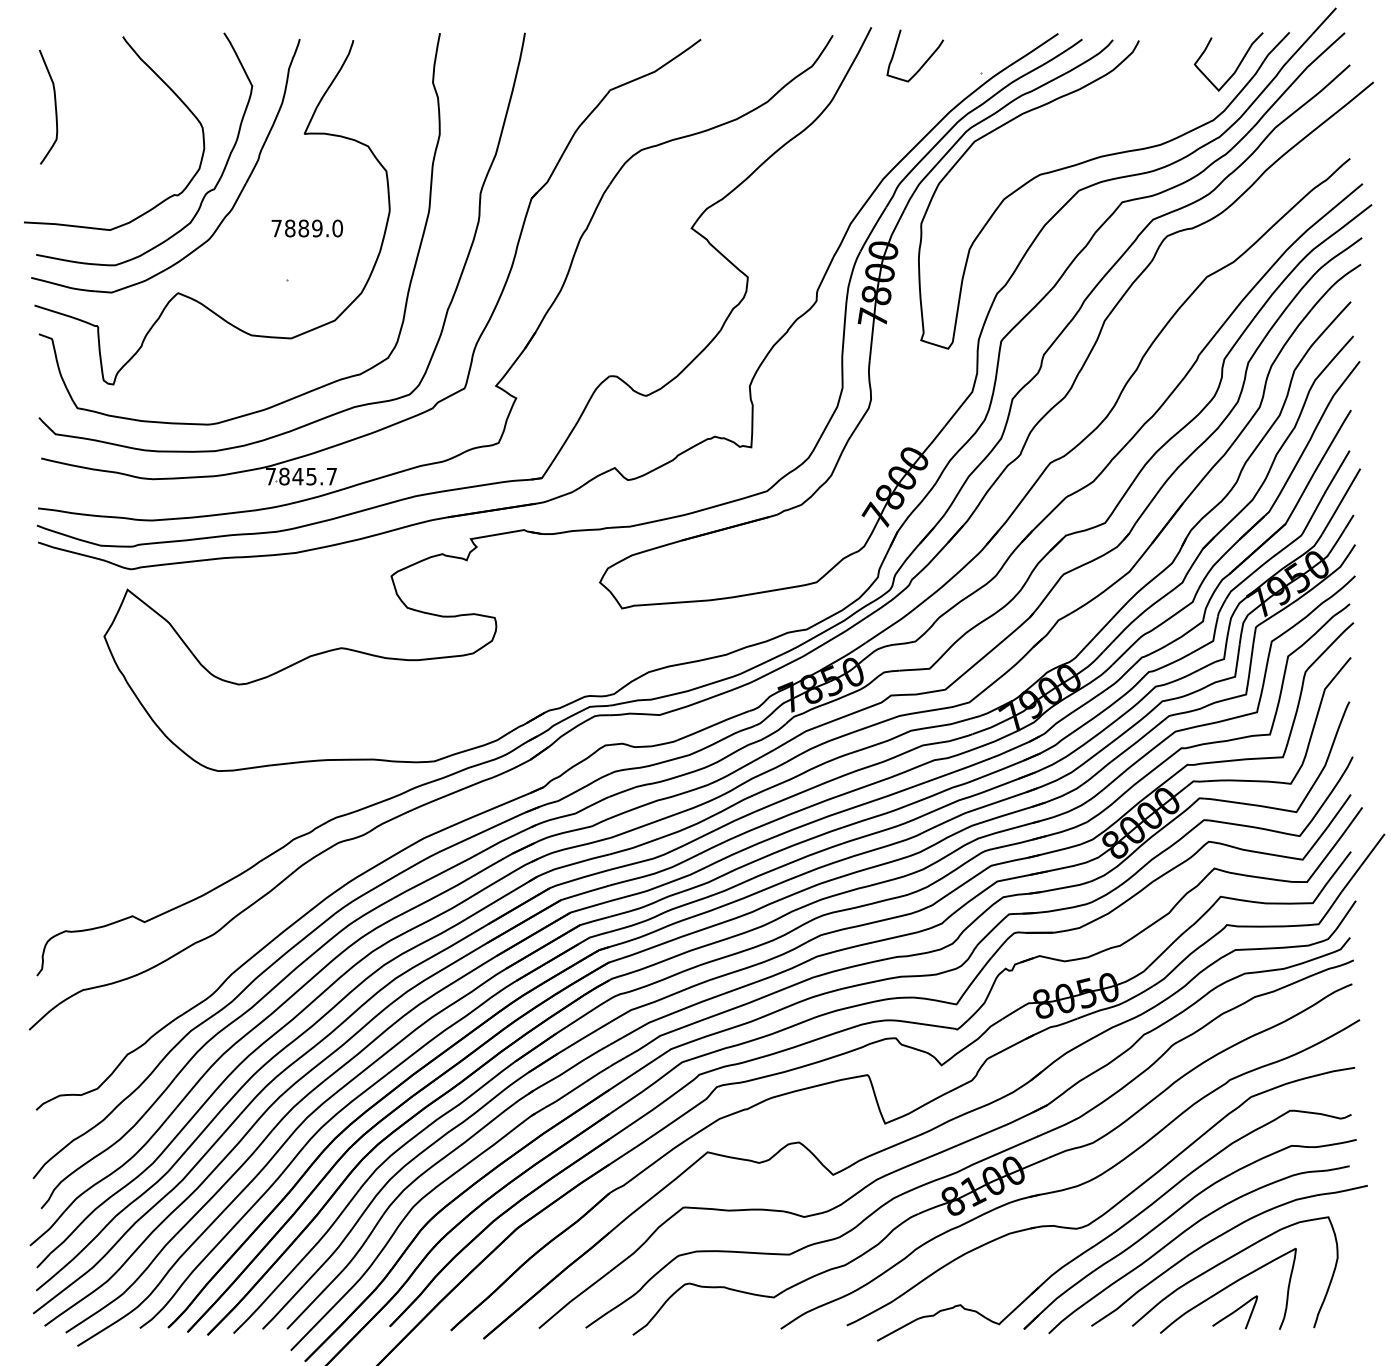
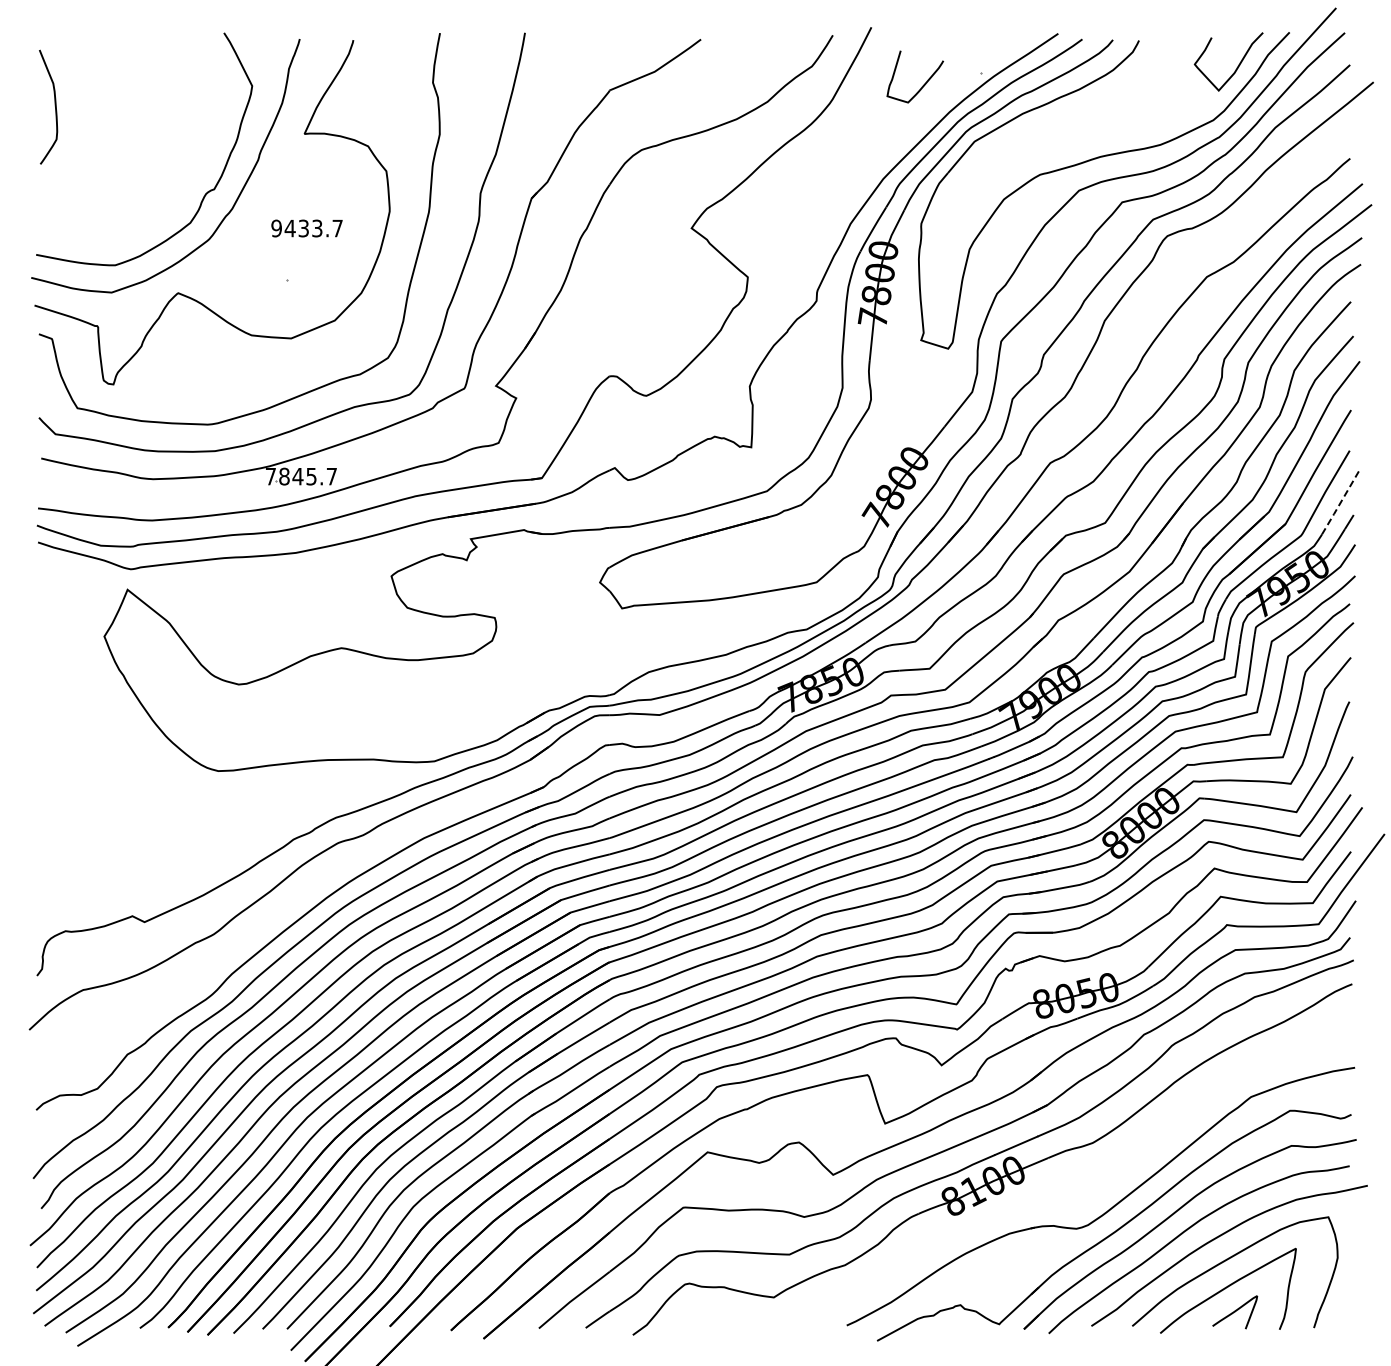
curve at (923, 63) position: (923, 63) -> (923, 84)
curve at (165, 85): present -> none
text at (307, 228): 7889.0 -> 9433.7
line at (1341, 502): solid -> dashed
part at (1071, 1186): present -> none
